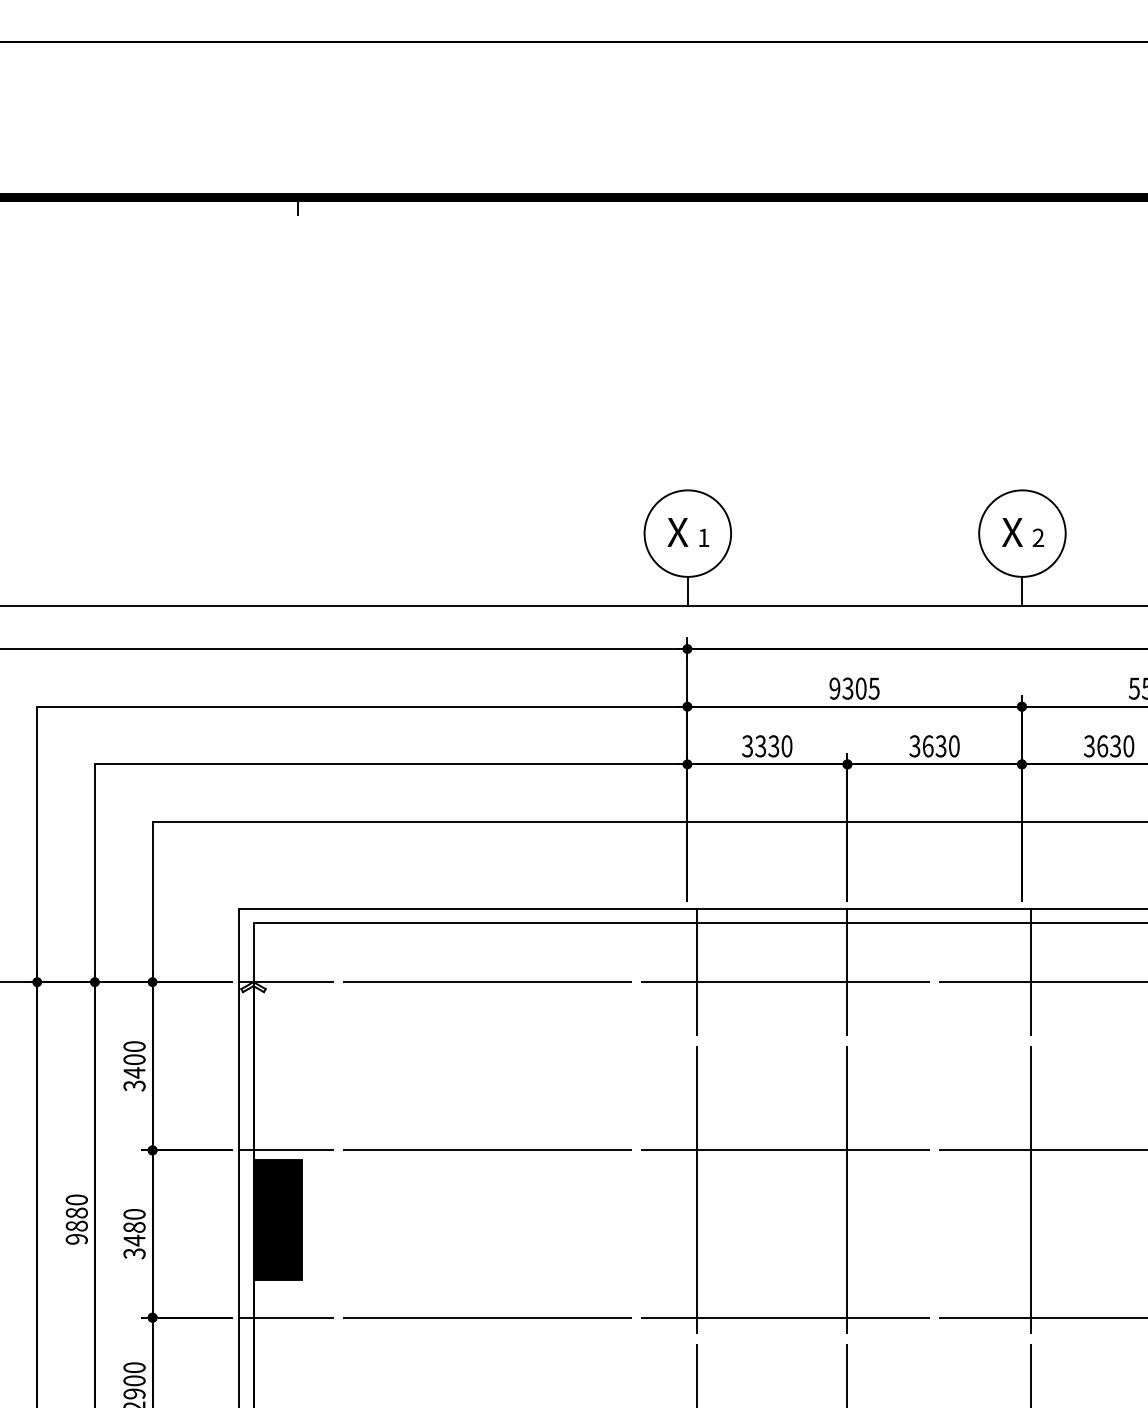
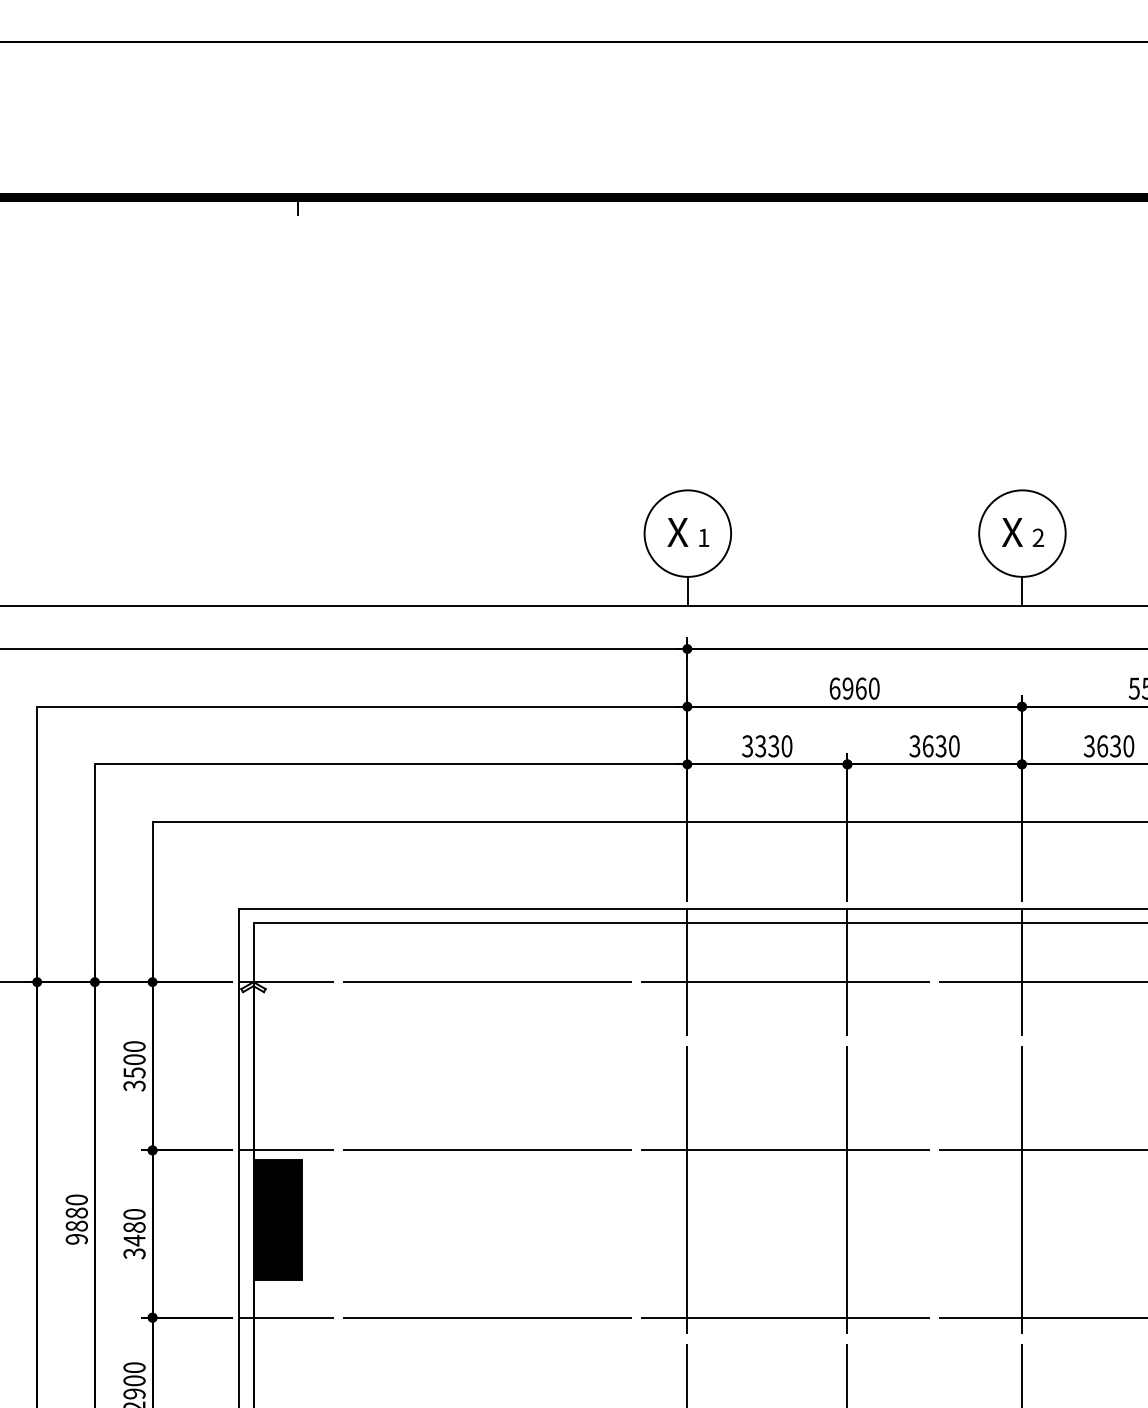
text at (854, 688): 9305 -> 6960
text at (134, 1072): 3400 -> 3500
line at (697, 1156) position: (697, 1156) -> (687, 1156)
line at (1030, 1156) position: (1030, 1156) -> (1021, 1156)
